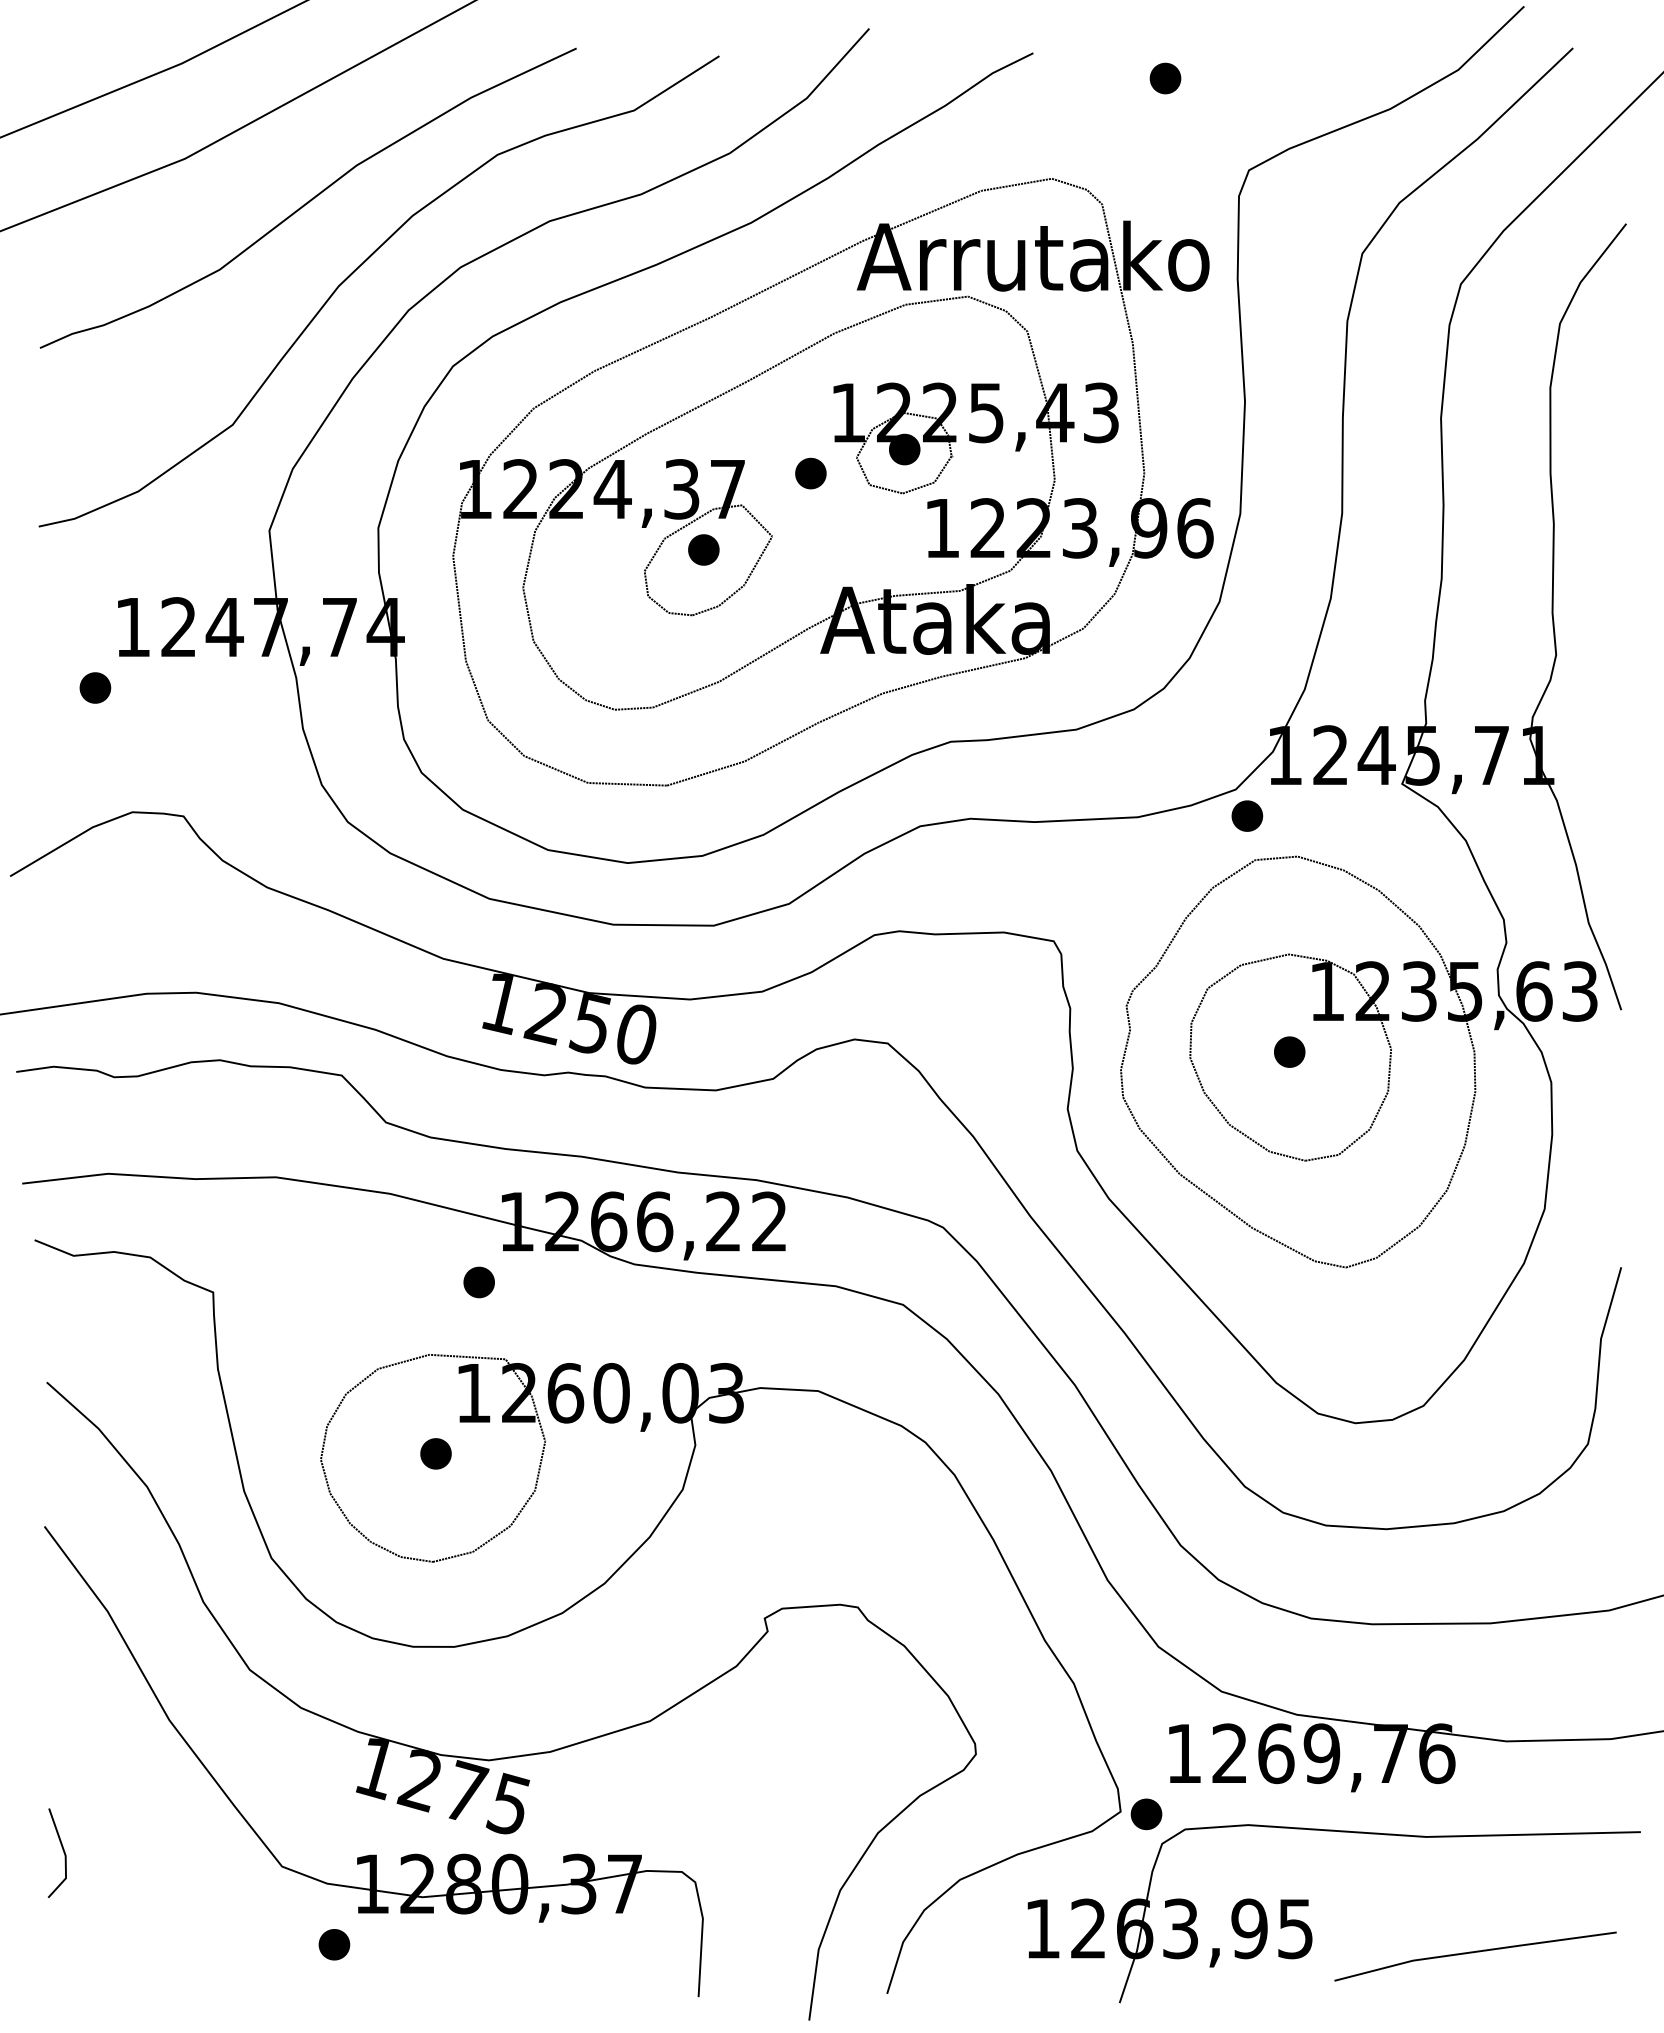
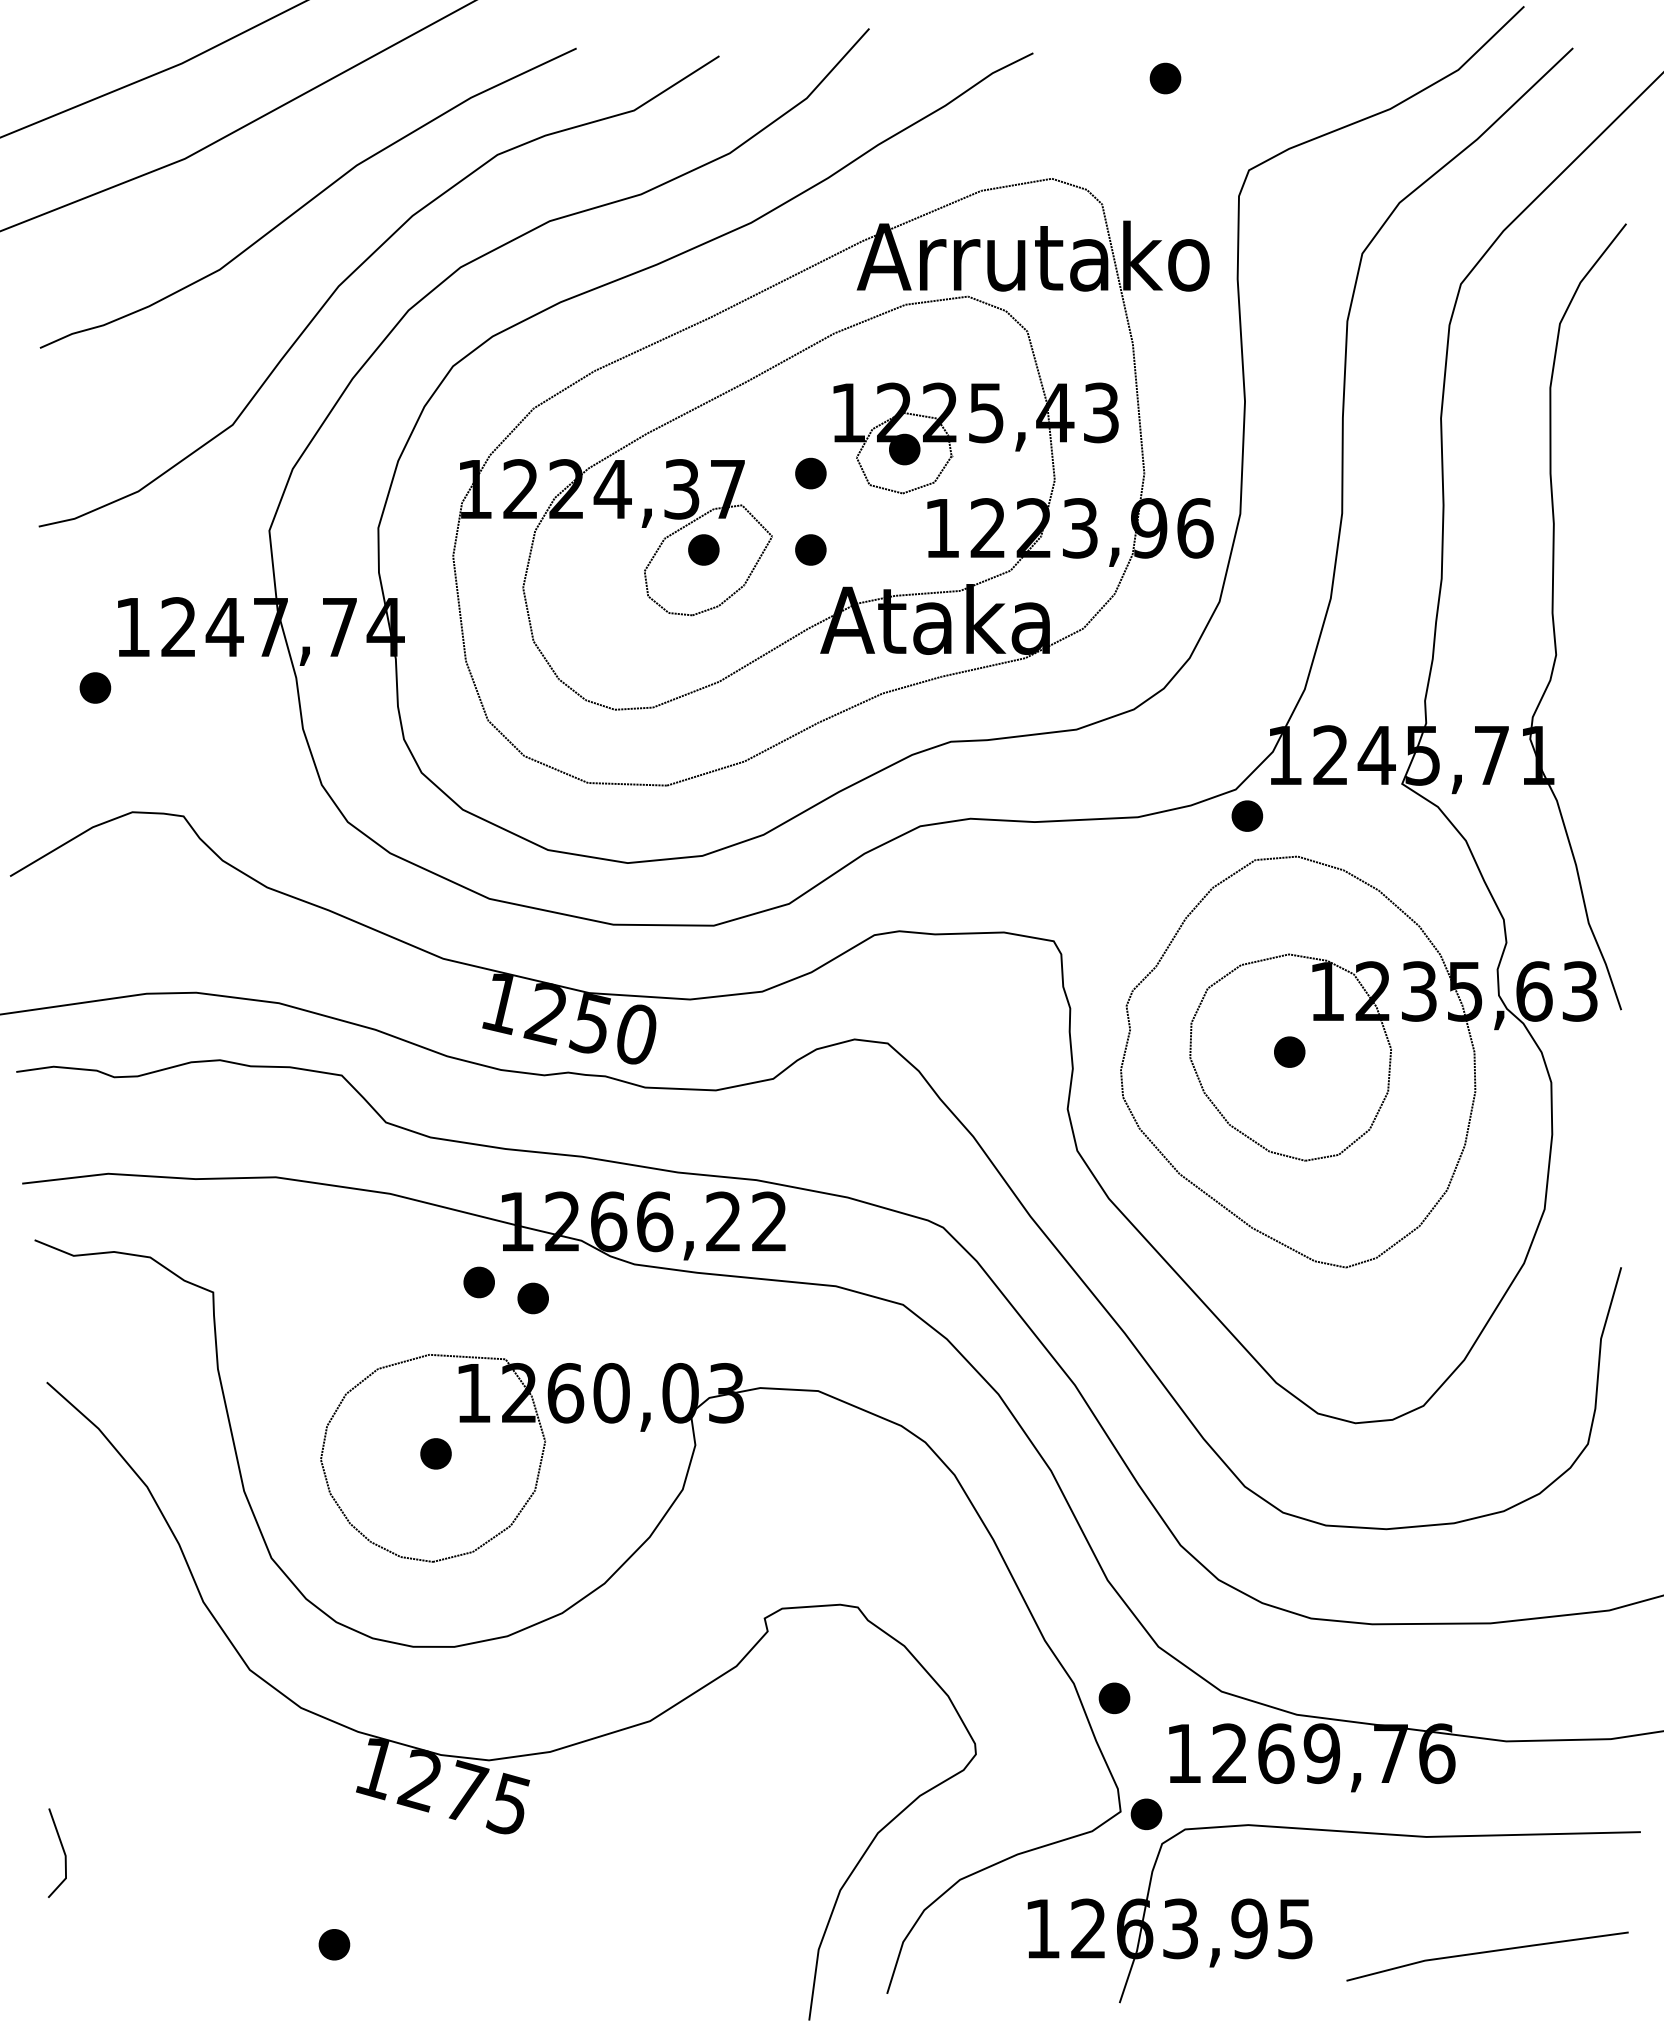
part at (810, 549): none -> present
part at (532, 1298): none -> present
part at (1114, 1698): none -> present
part at (373, 1854): present -> none
line at (1473, 1953) position: (1473, 1953) -> (1485, 1953)
